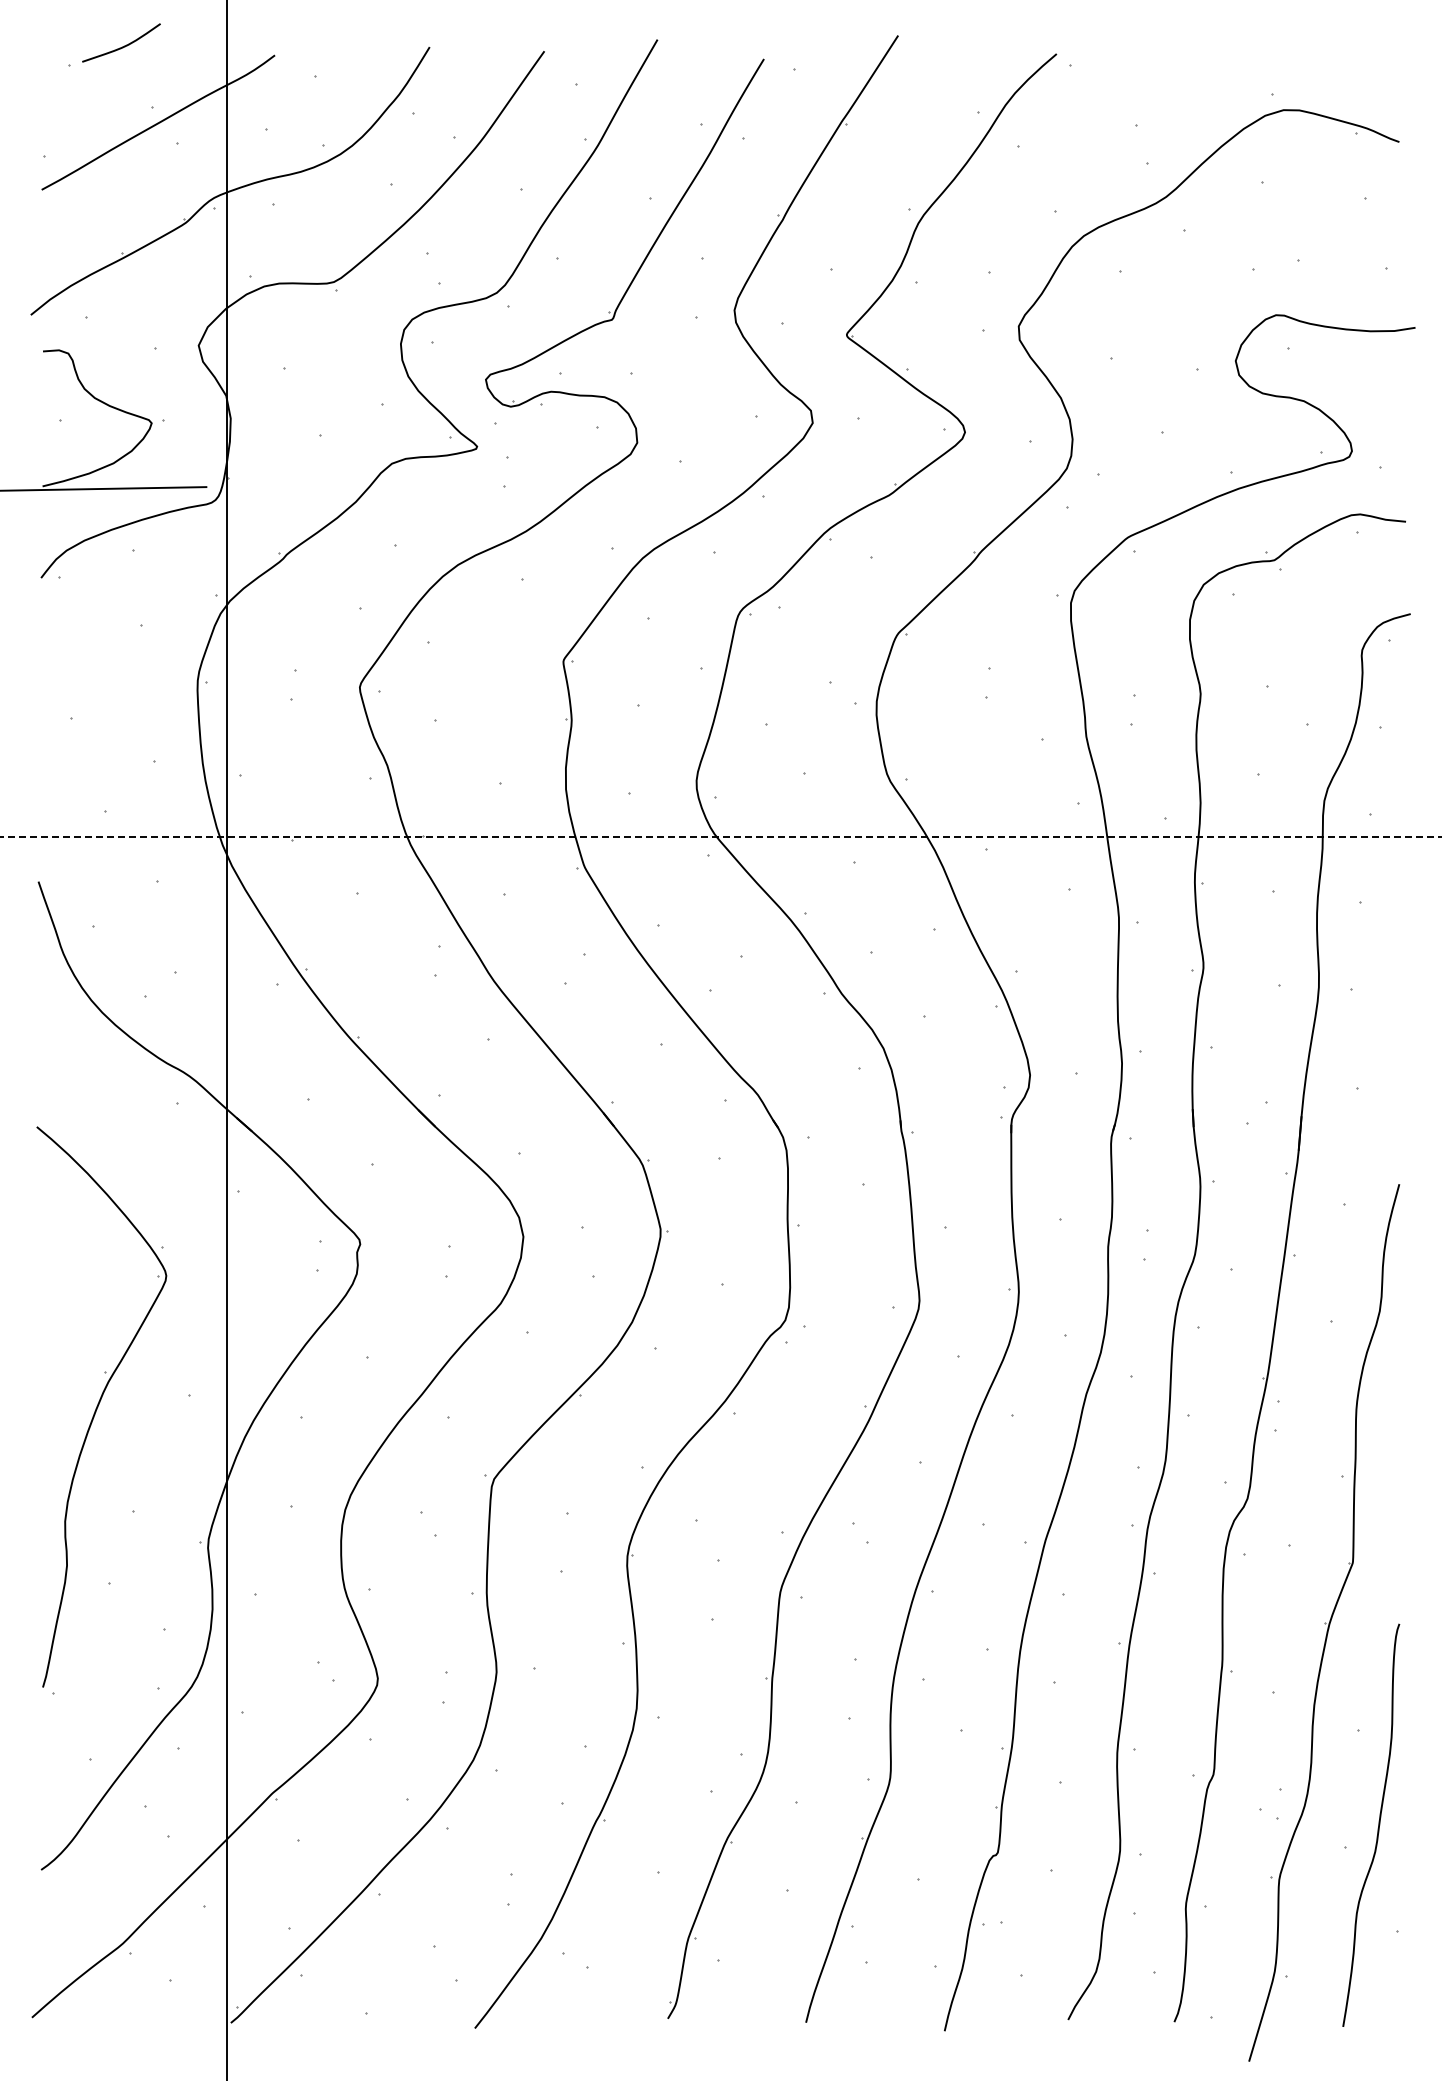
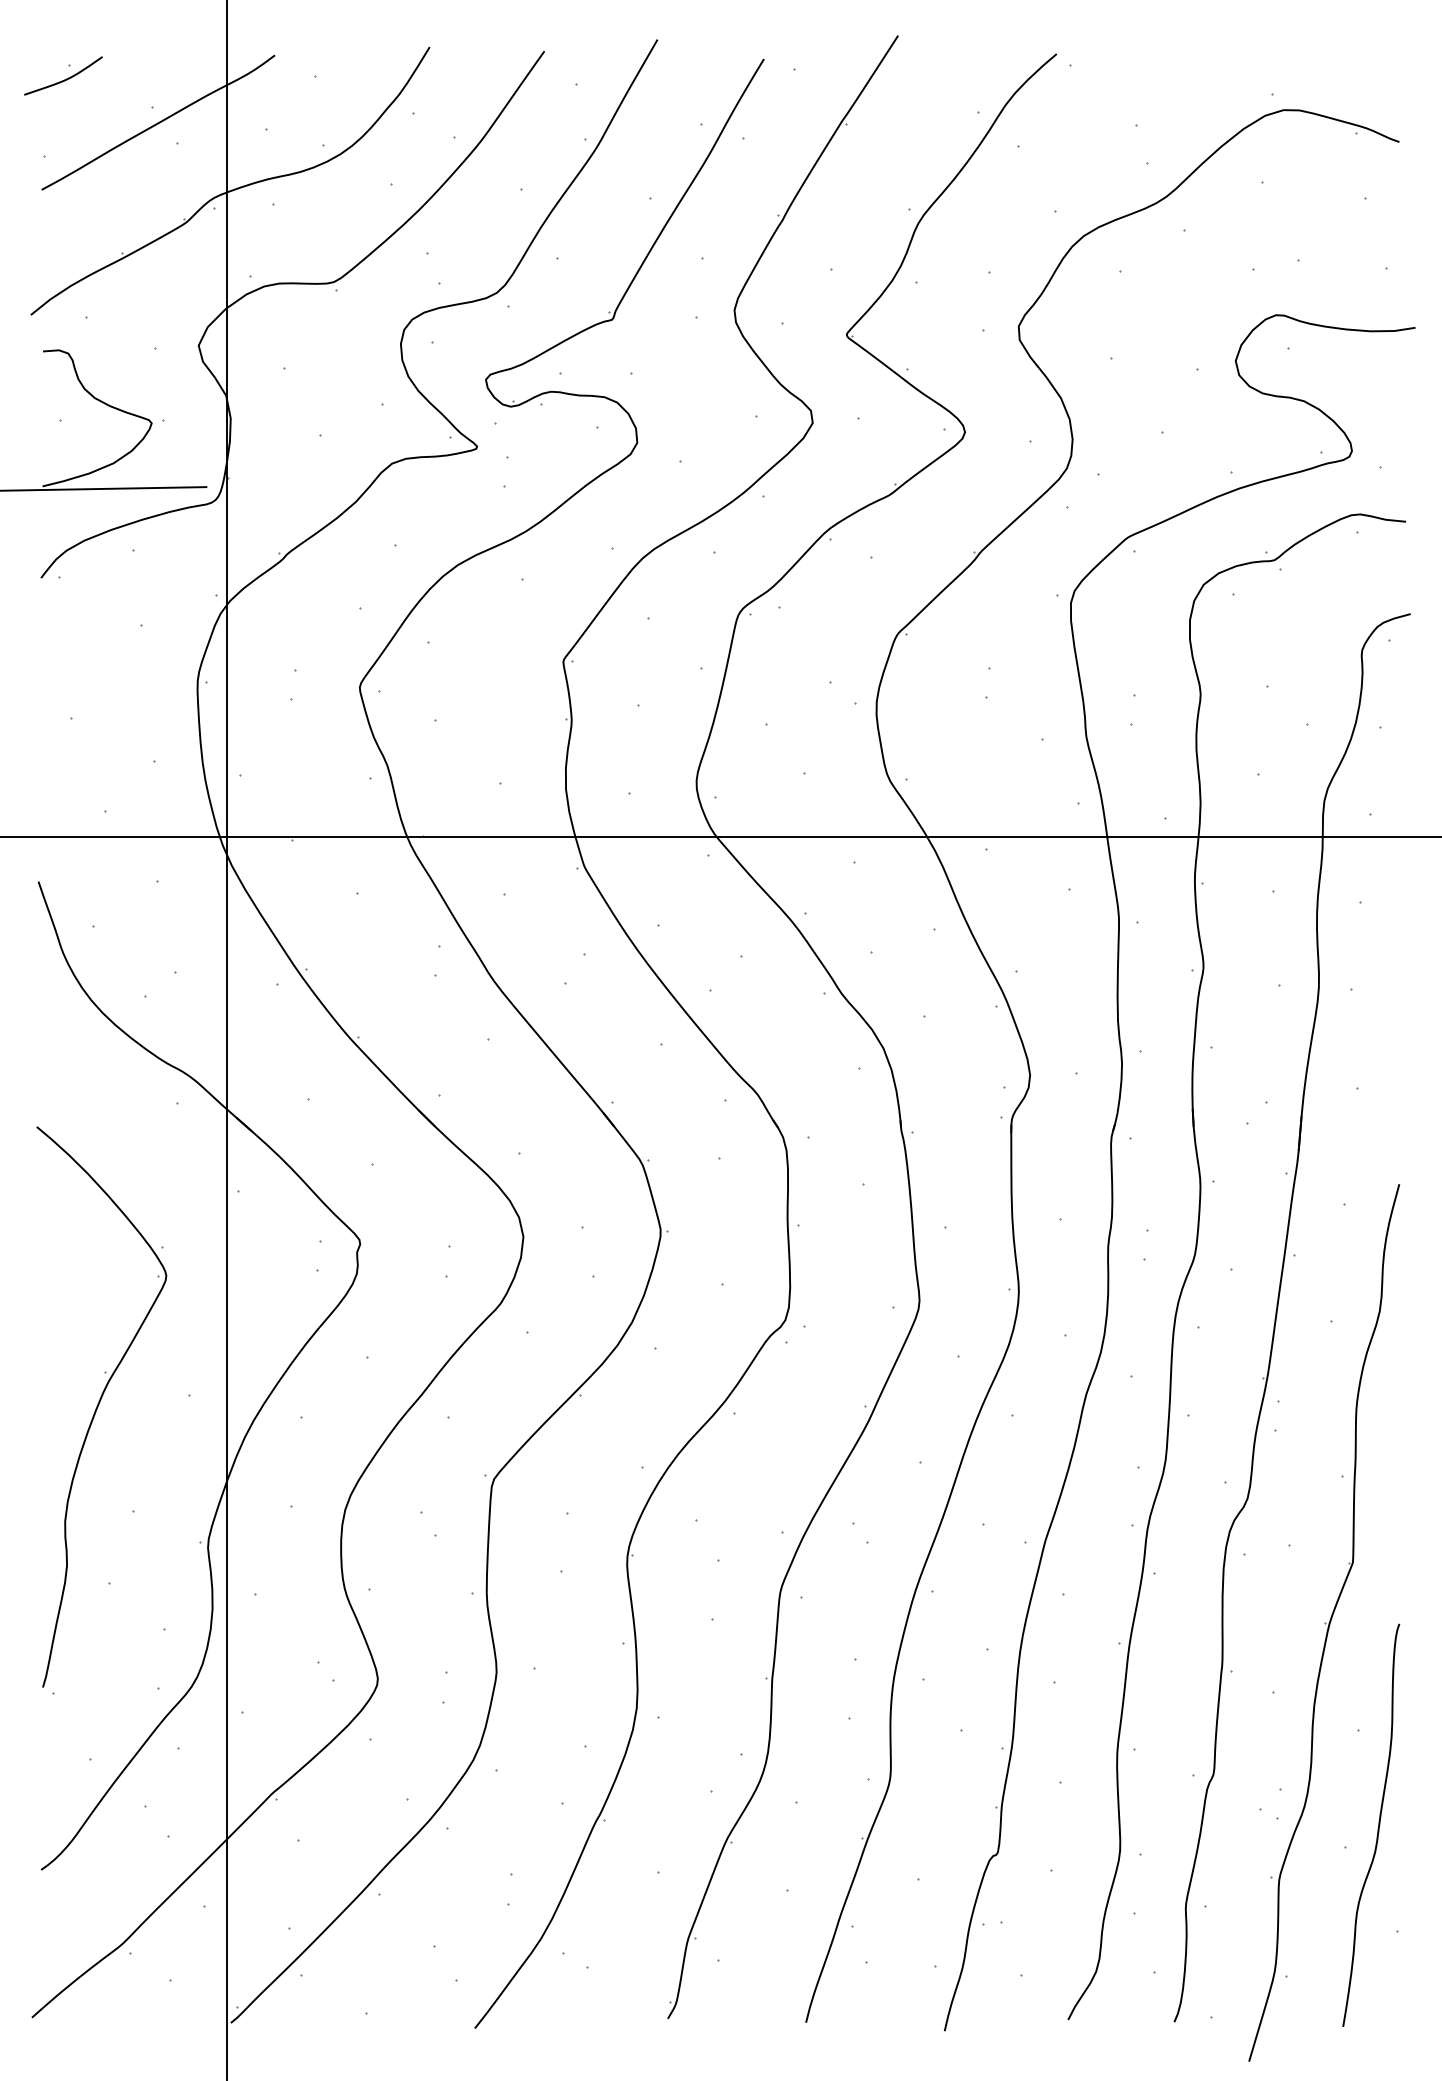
curve at (122, 46) position: (122, 46) -> (64, 79)
line at (721, 836): dashed -> solid
